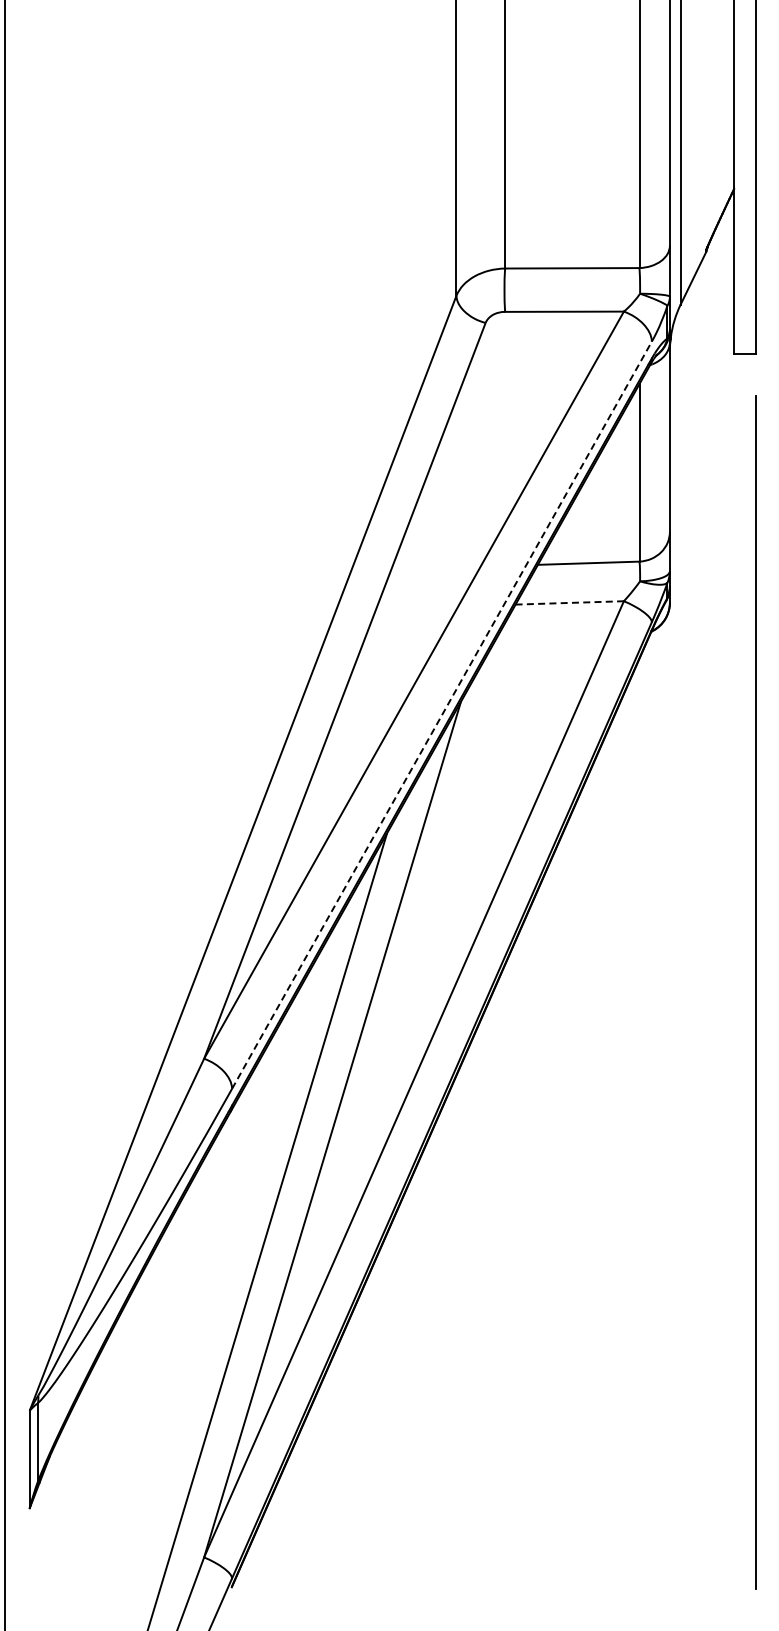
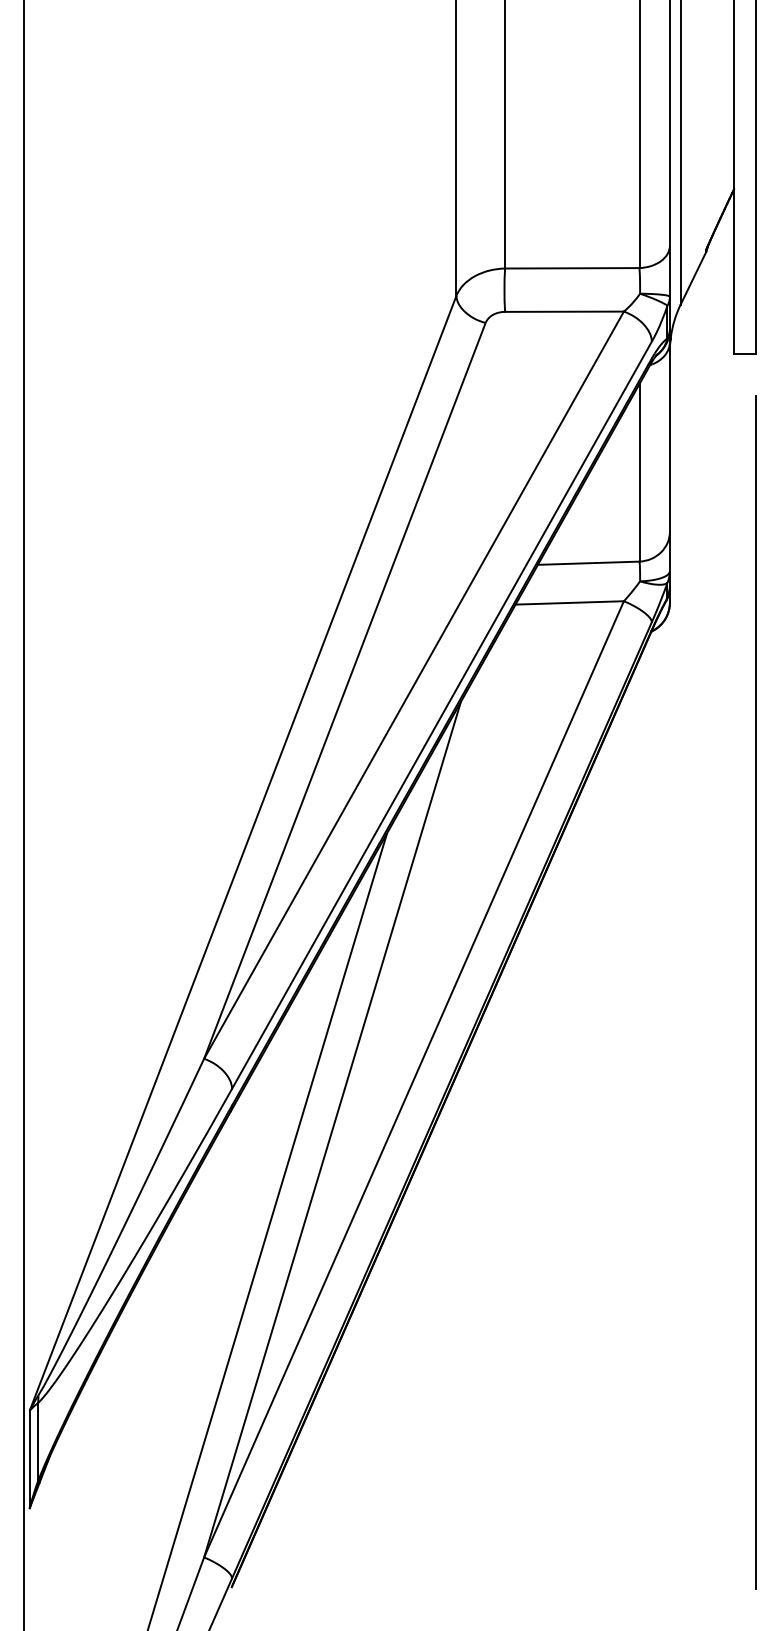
line at (570, 602): dashed -> solid
line at (441, 715): dashed -> solid
line at (5, 814) position: (5, 814) -> (24, 814)
